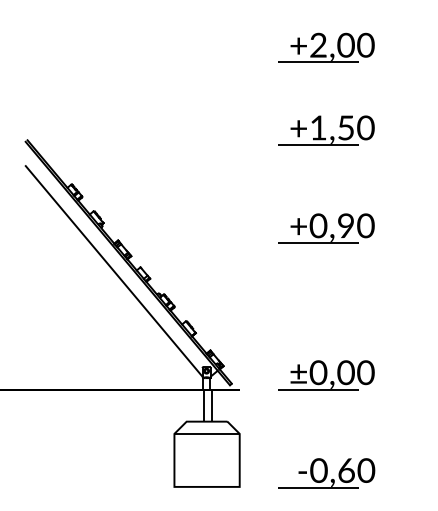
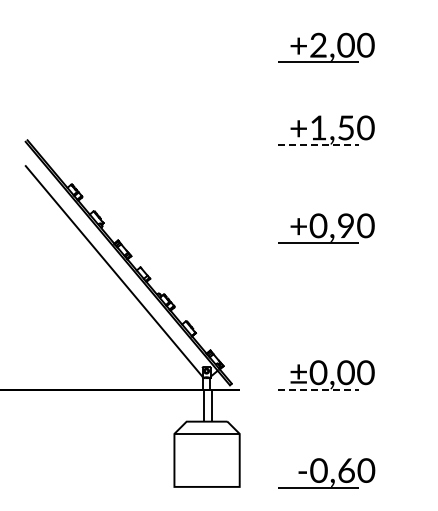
line at (318, 144): solid -> dashed
line at (318, 389): solid -> dashed
